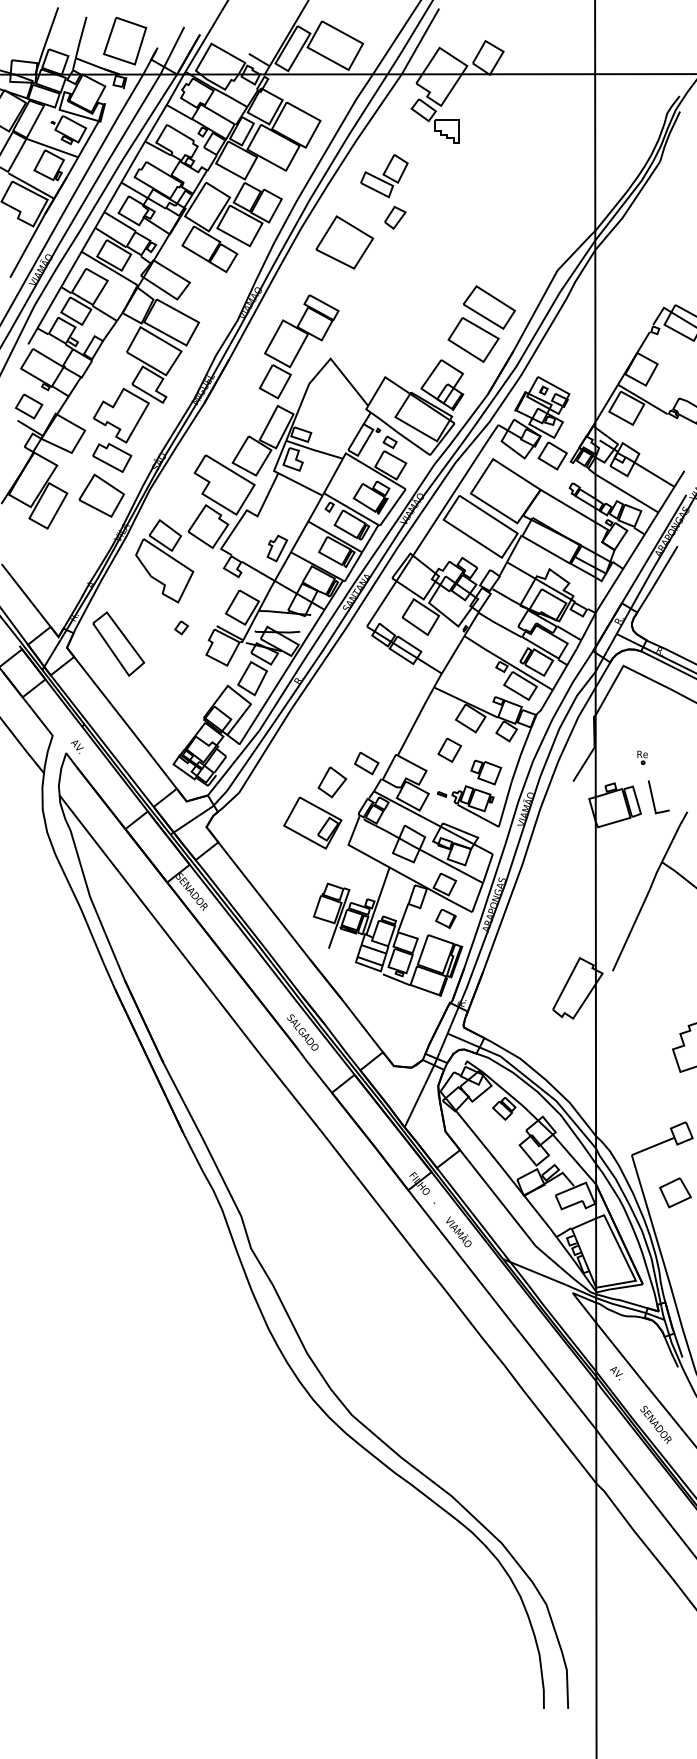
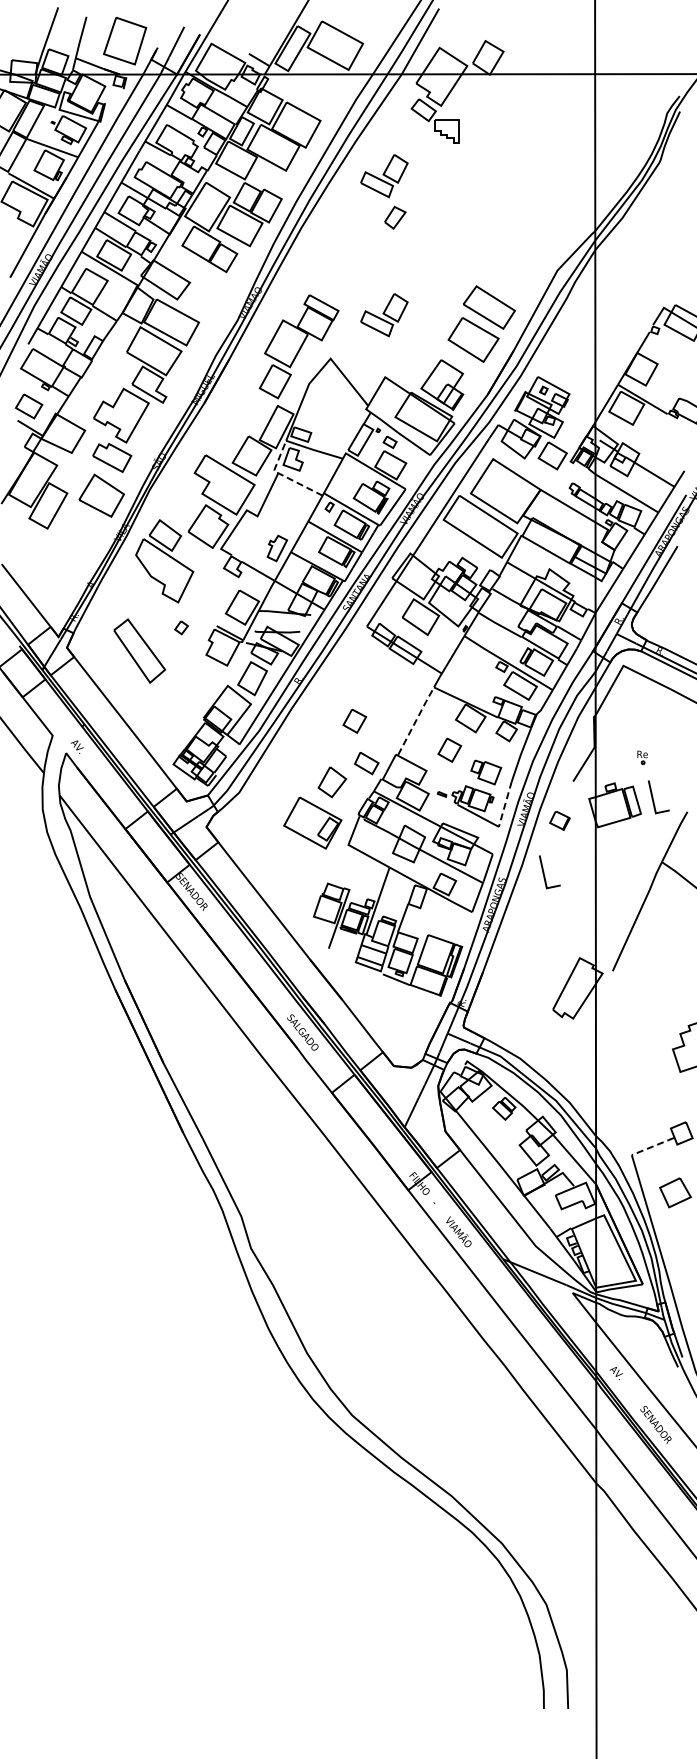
part at (344, 242): present -> none
part at (384, 315): none -> present
line at (282, 475): solid -> dashed
part at (118, 643) position: (118, 643) -> (139, 650)
part at (354, 720): none -> present
line at (416, 720): solid -> dashed
line at (505, 804): solid -> dashed
line at (544, 872): none -> present
part at (445, 918) position: (445, 918) -> (559, 820)
line at (652, 1146): solid -> dashed
